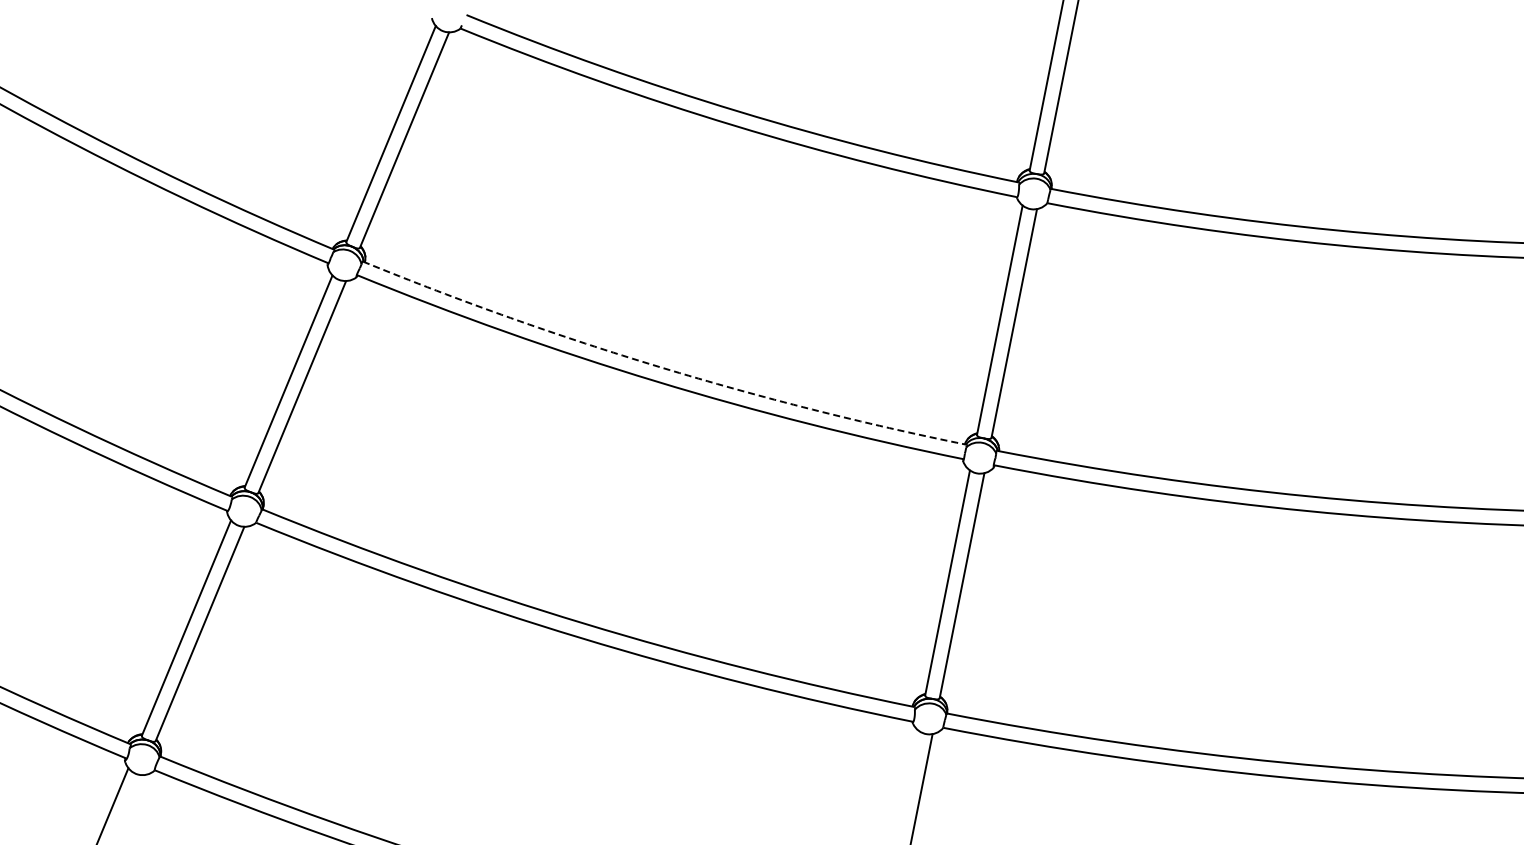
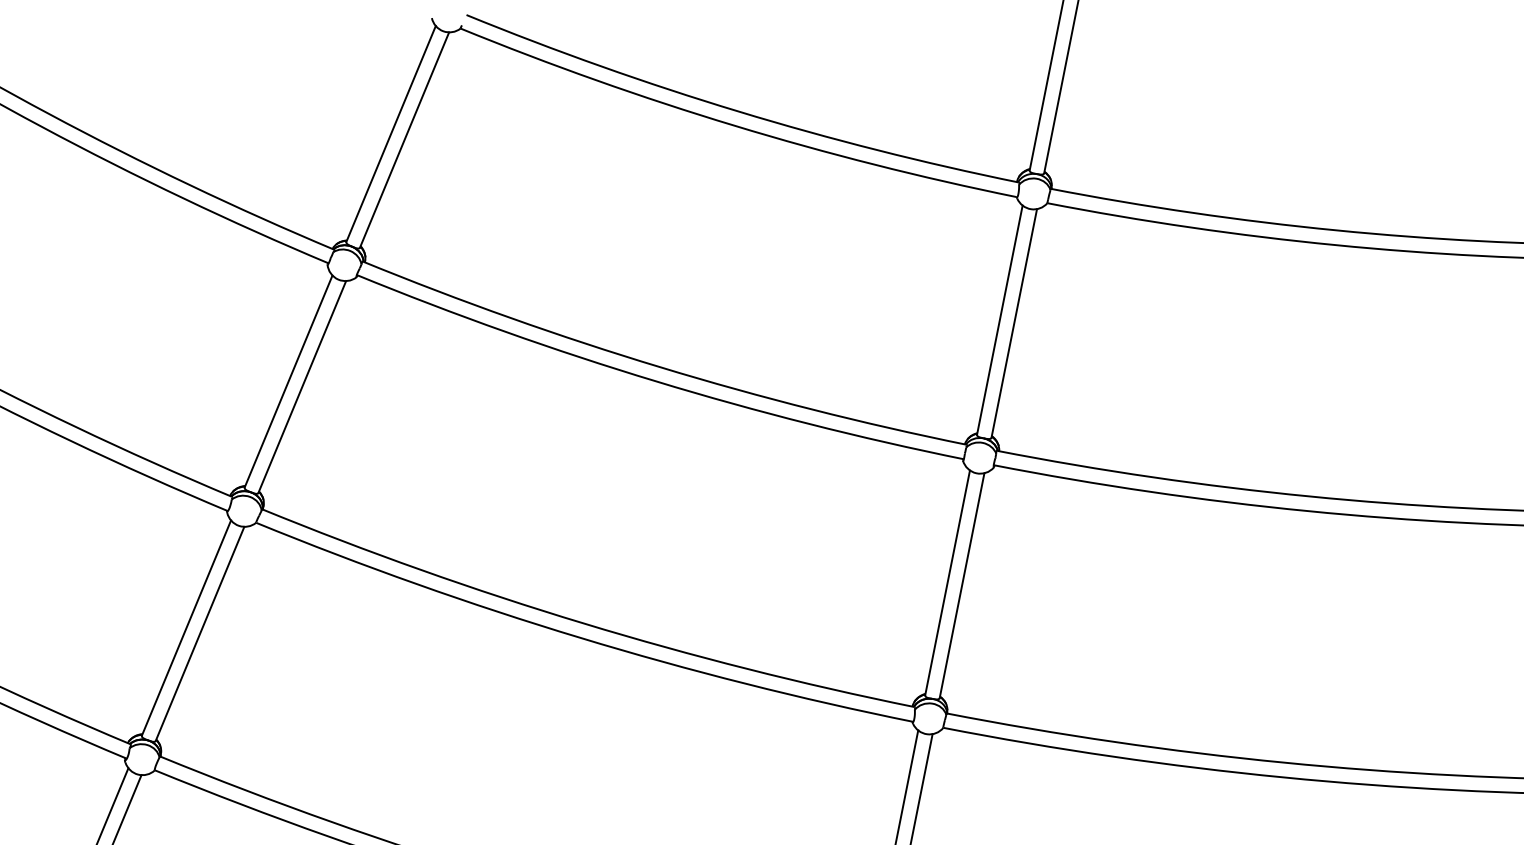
arc at (660, 367): dashed -> solid
line at (907, 785): none -> present
line at (127, 808): none -> present
